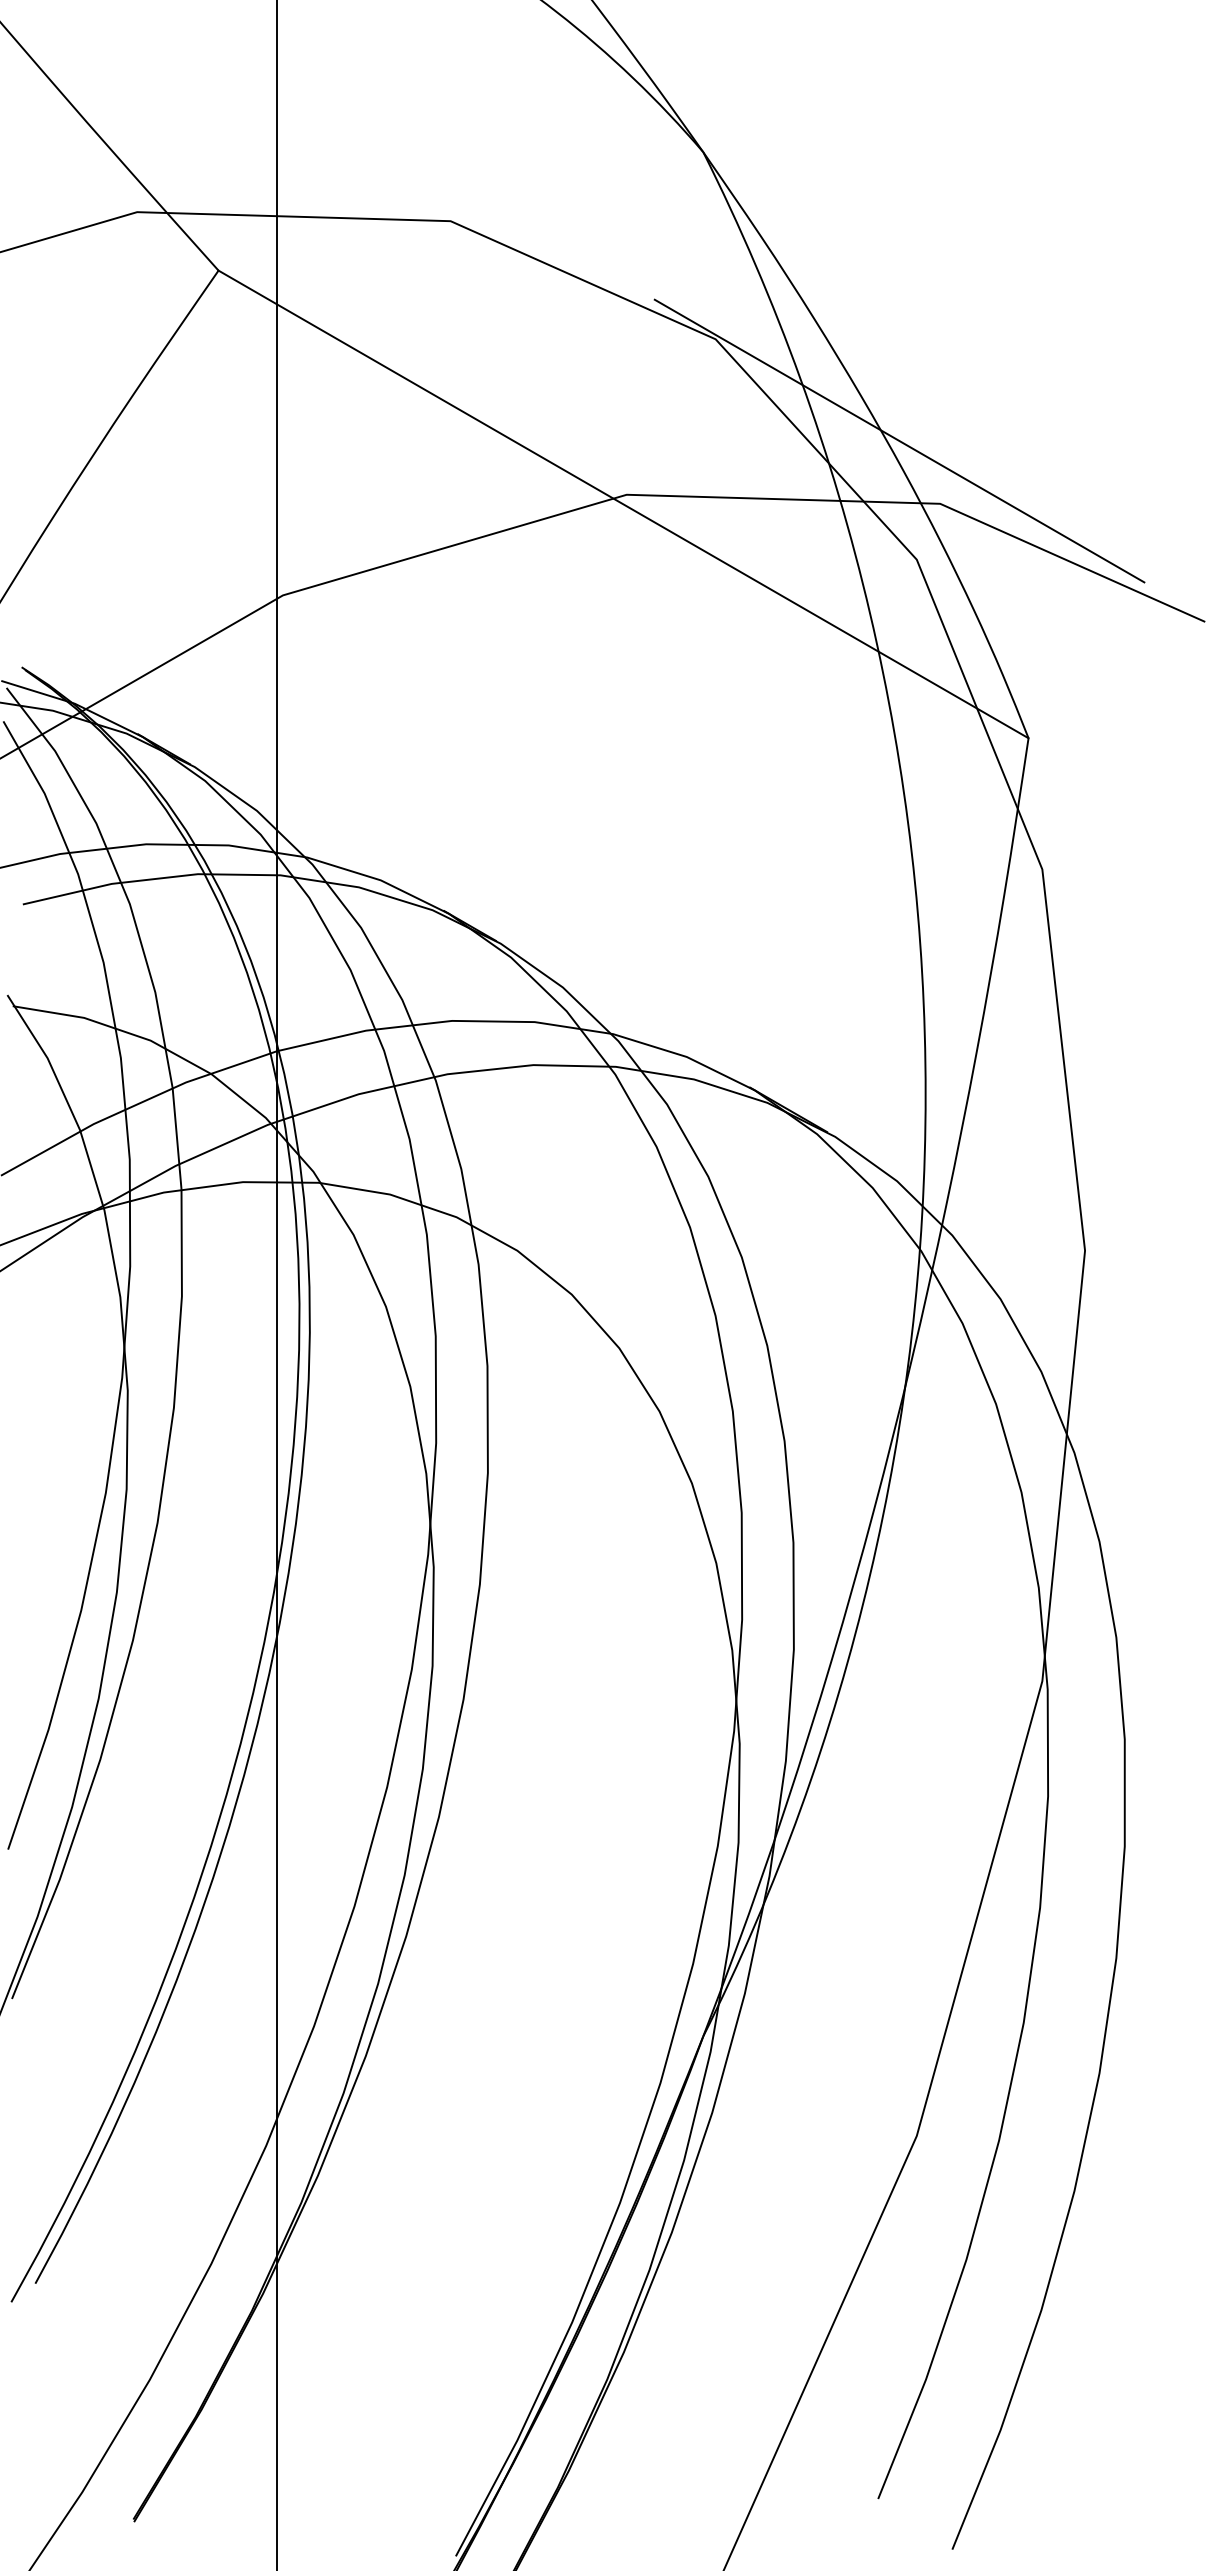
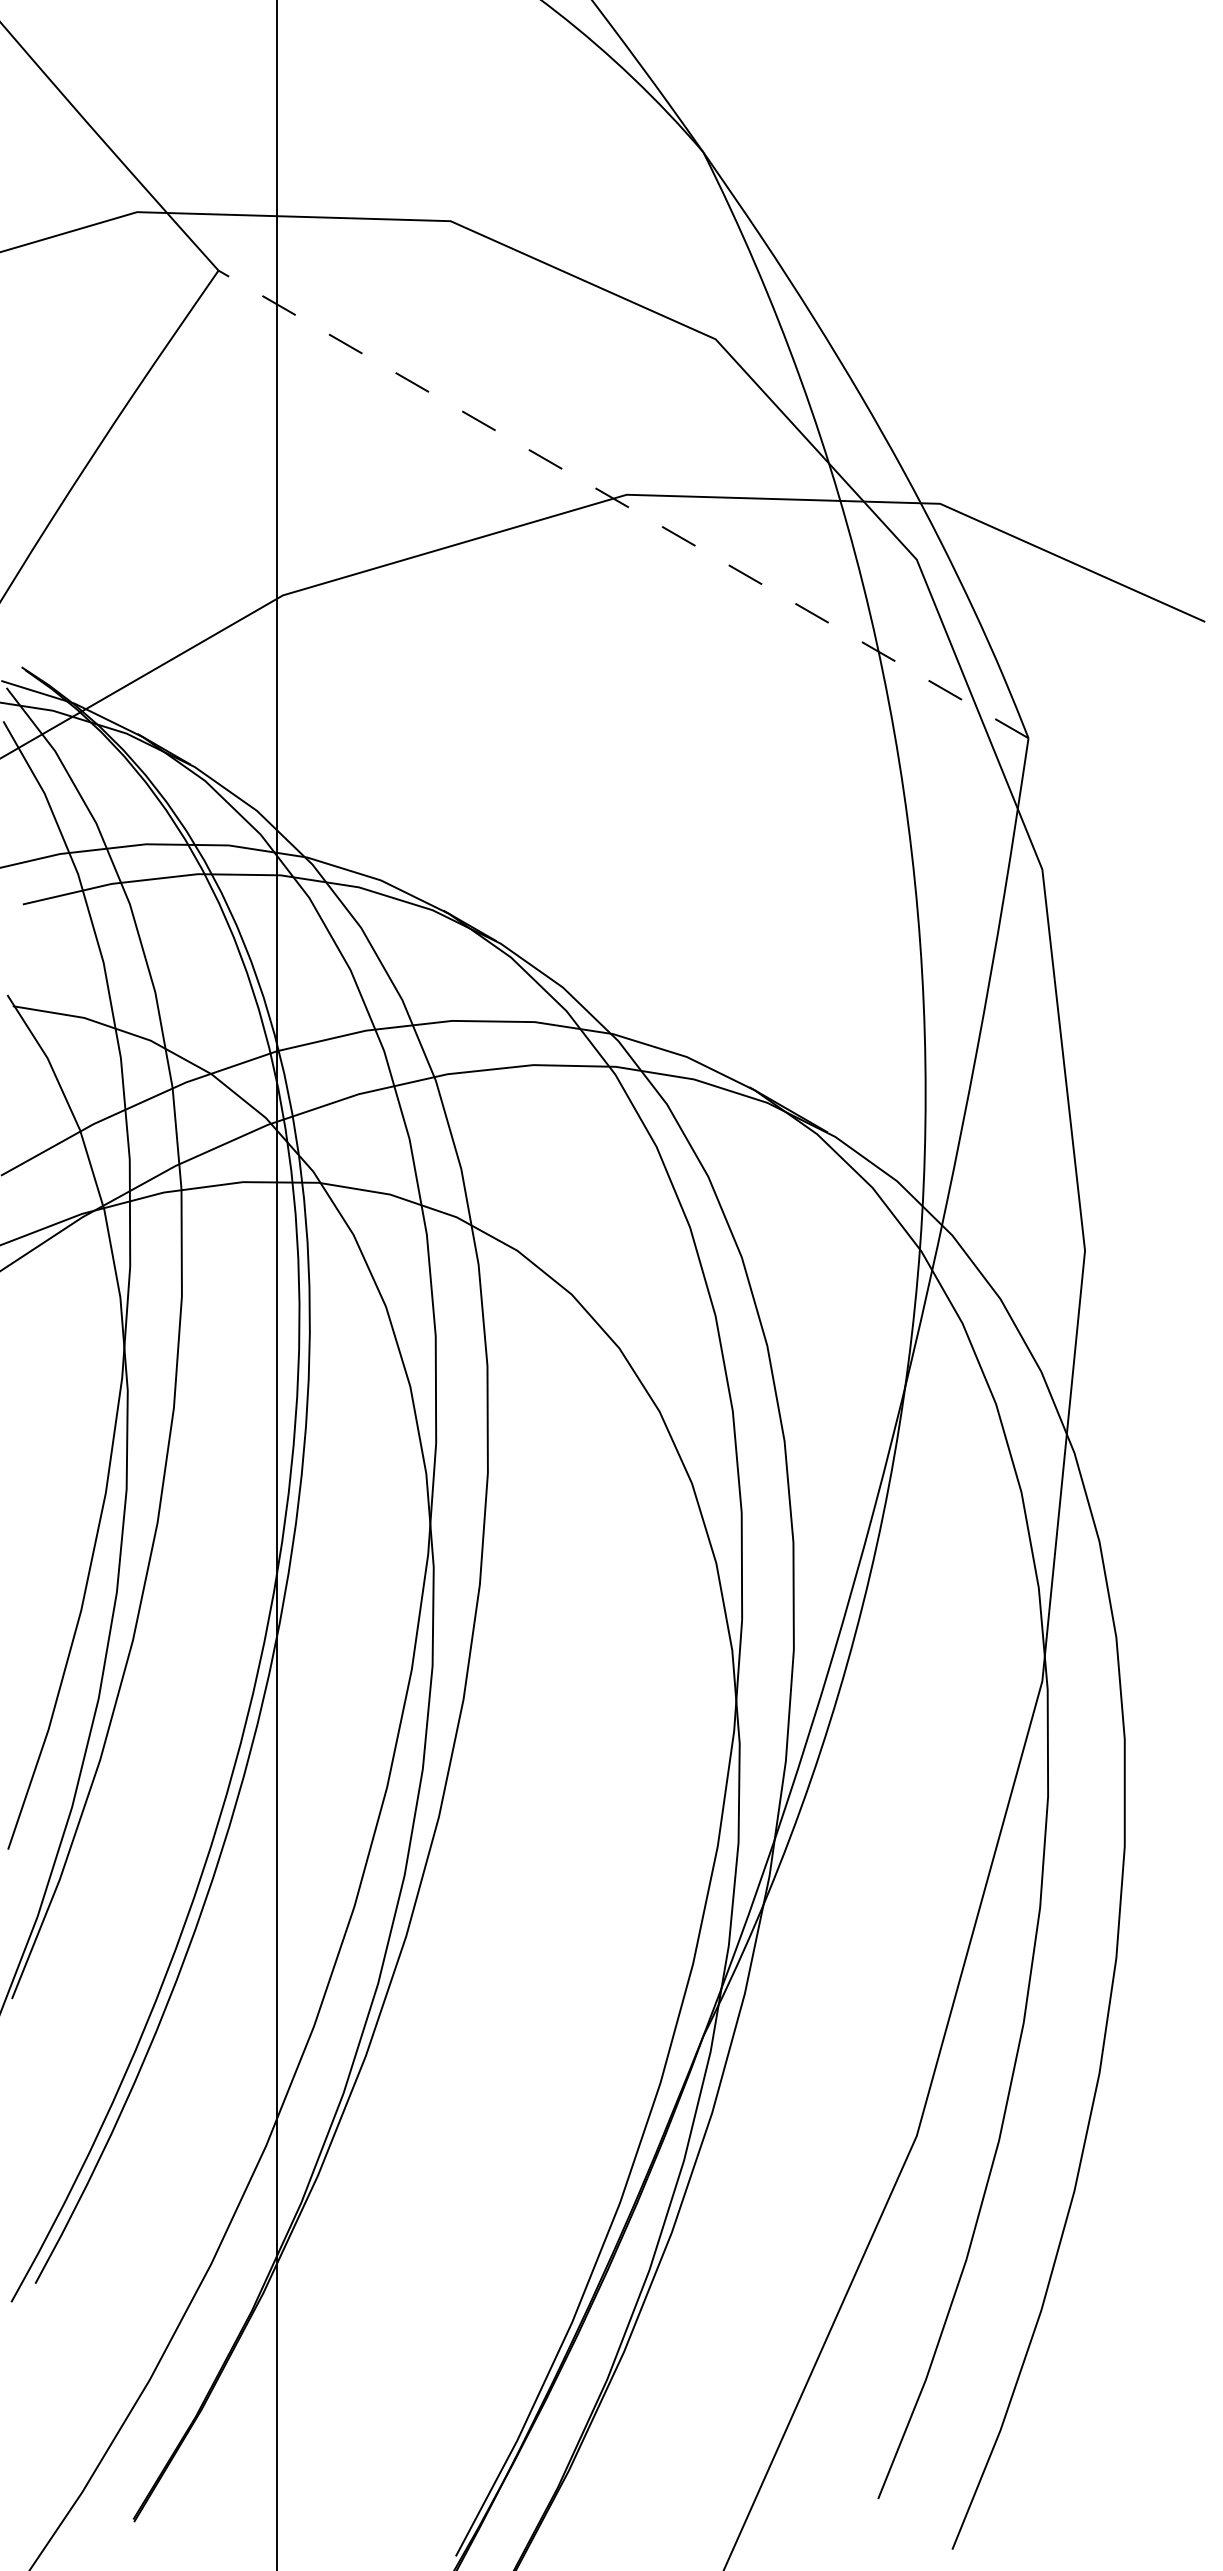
line at (899, 440): present -> none
line at (623, 504): solid -> dashed
